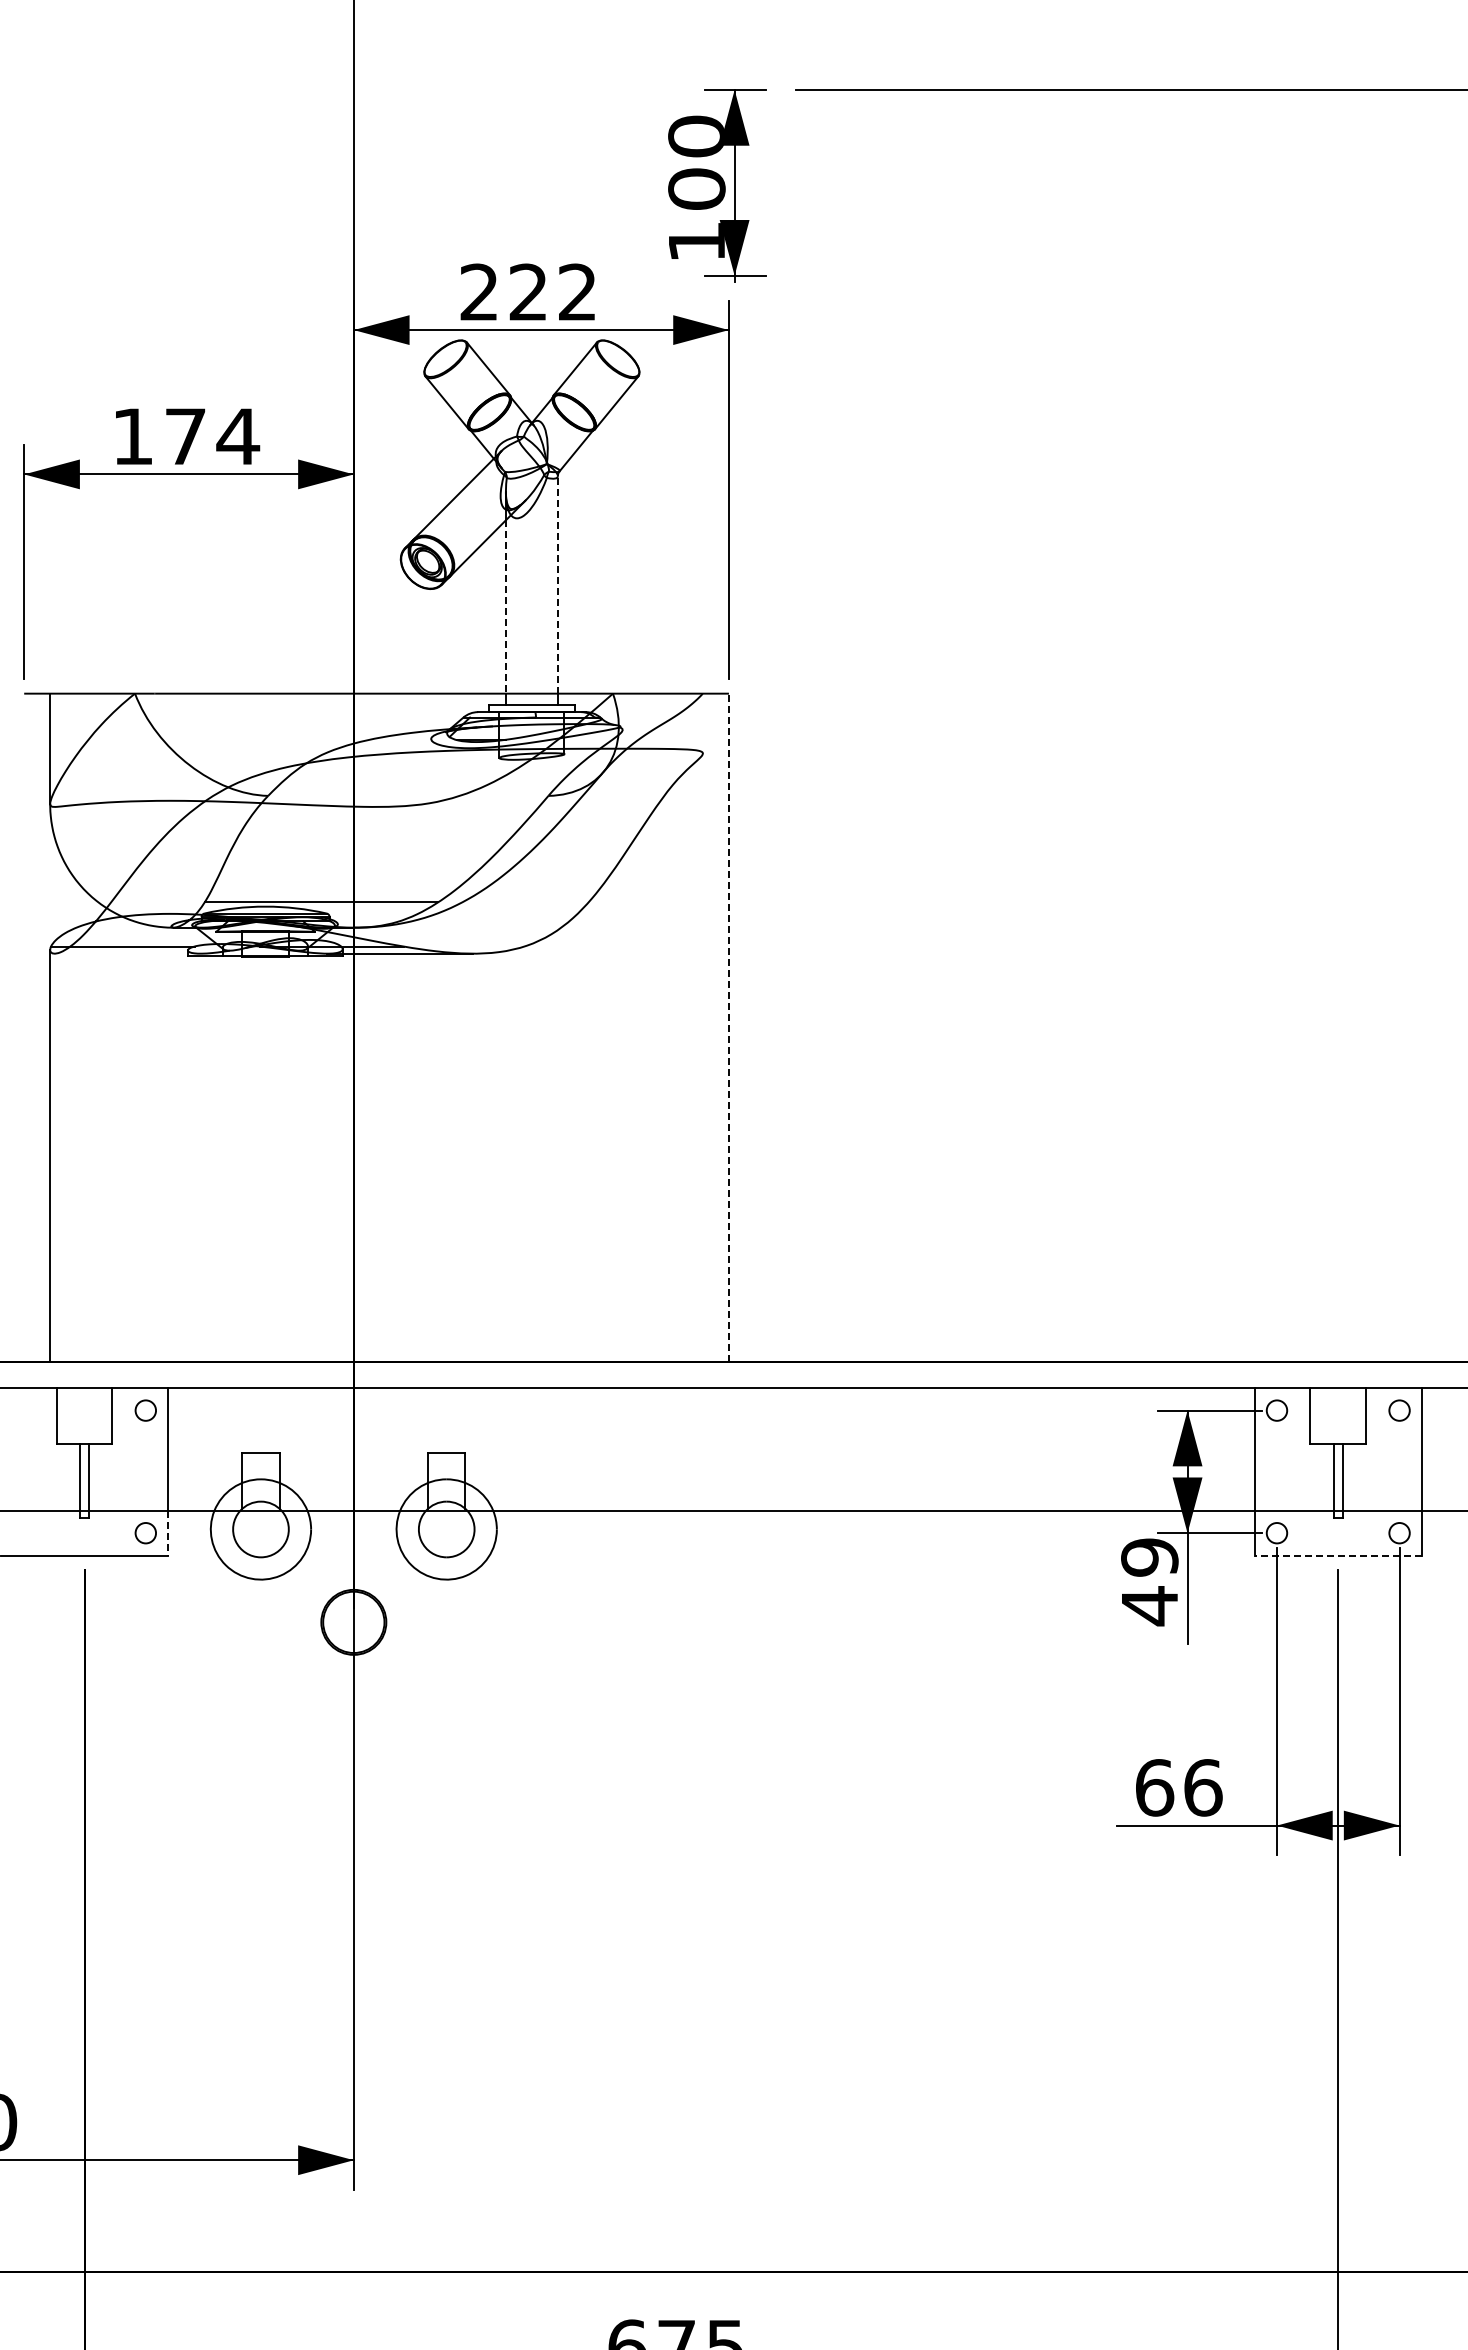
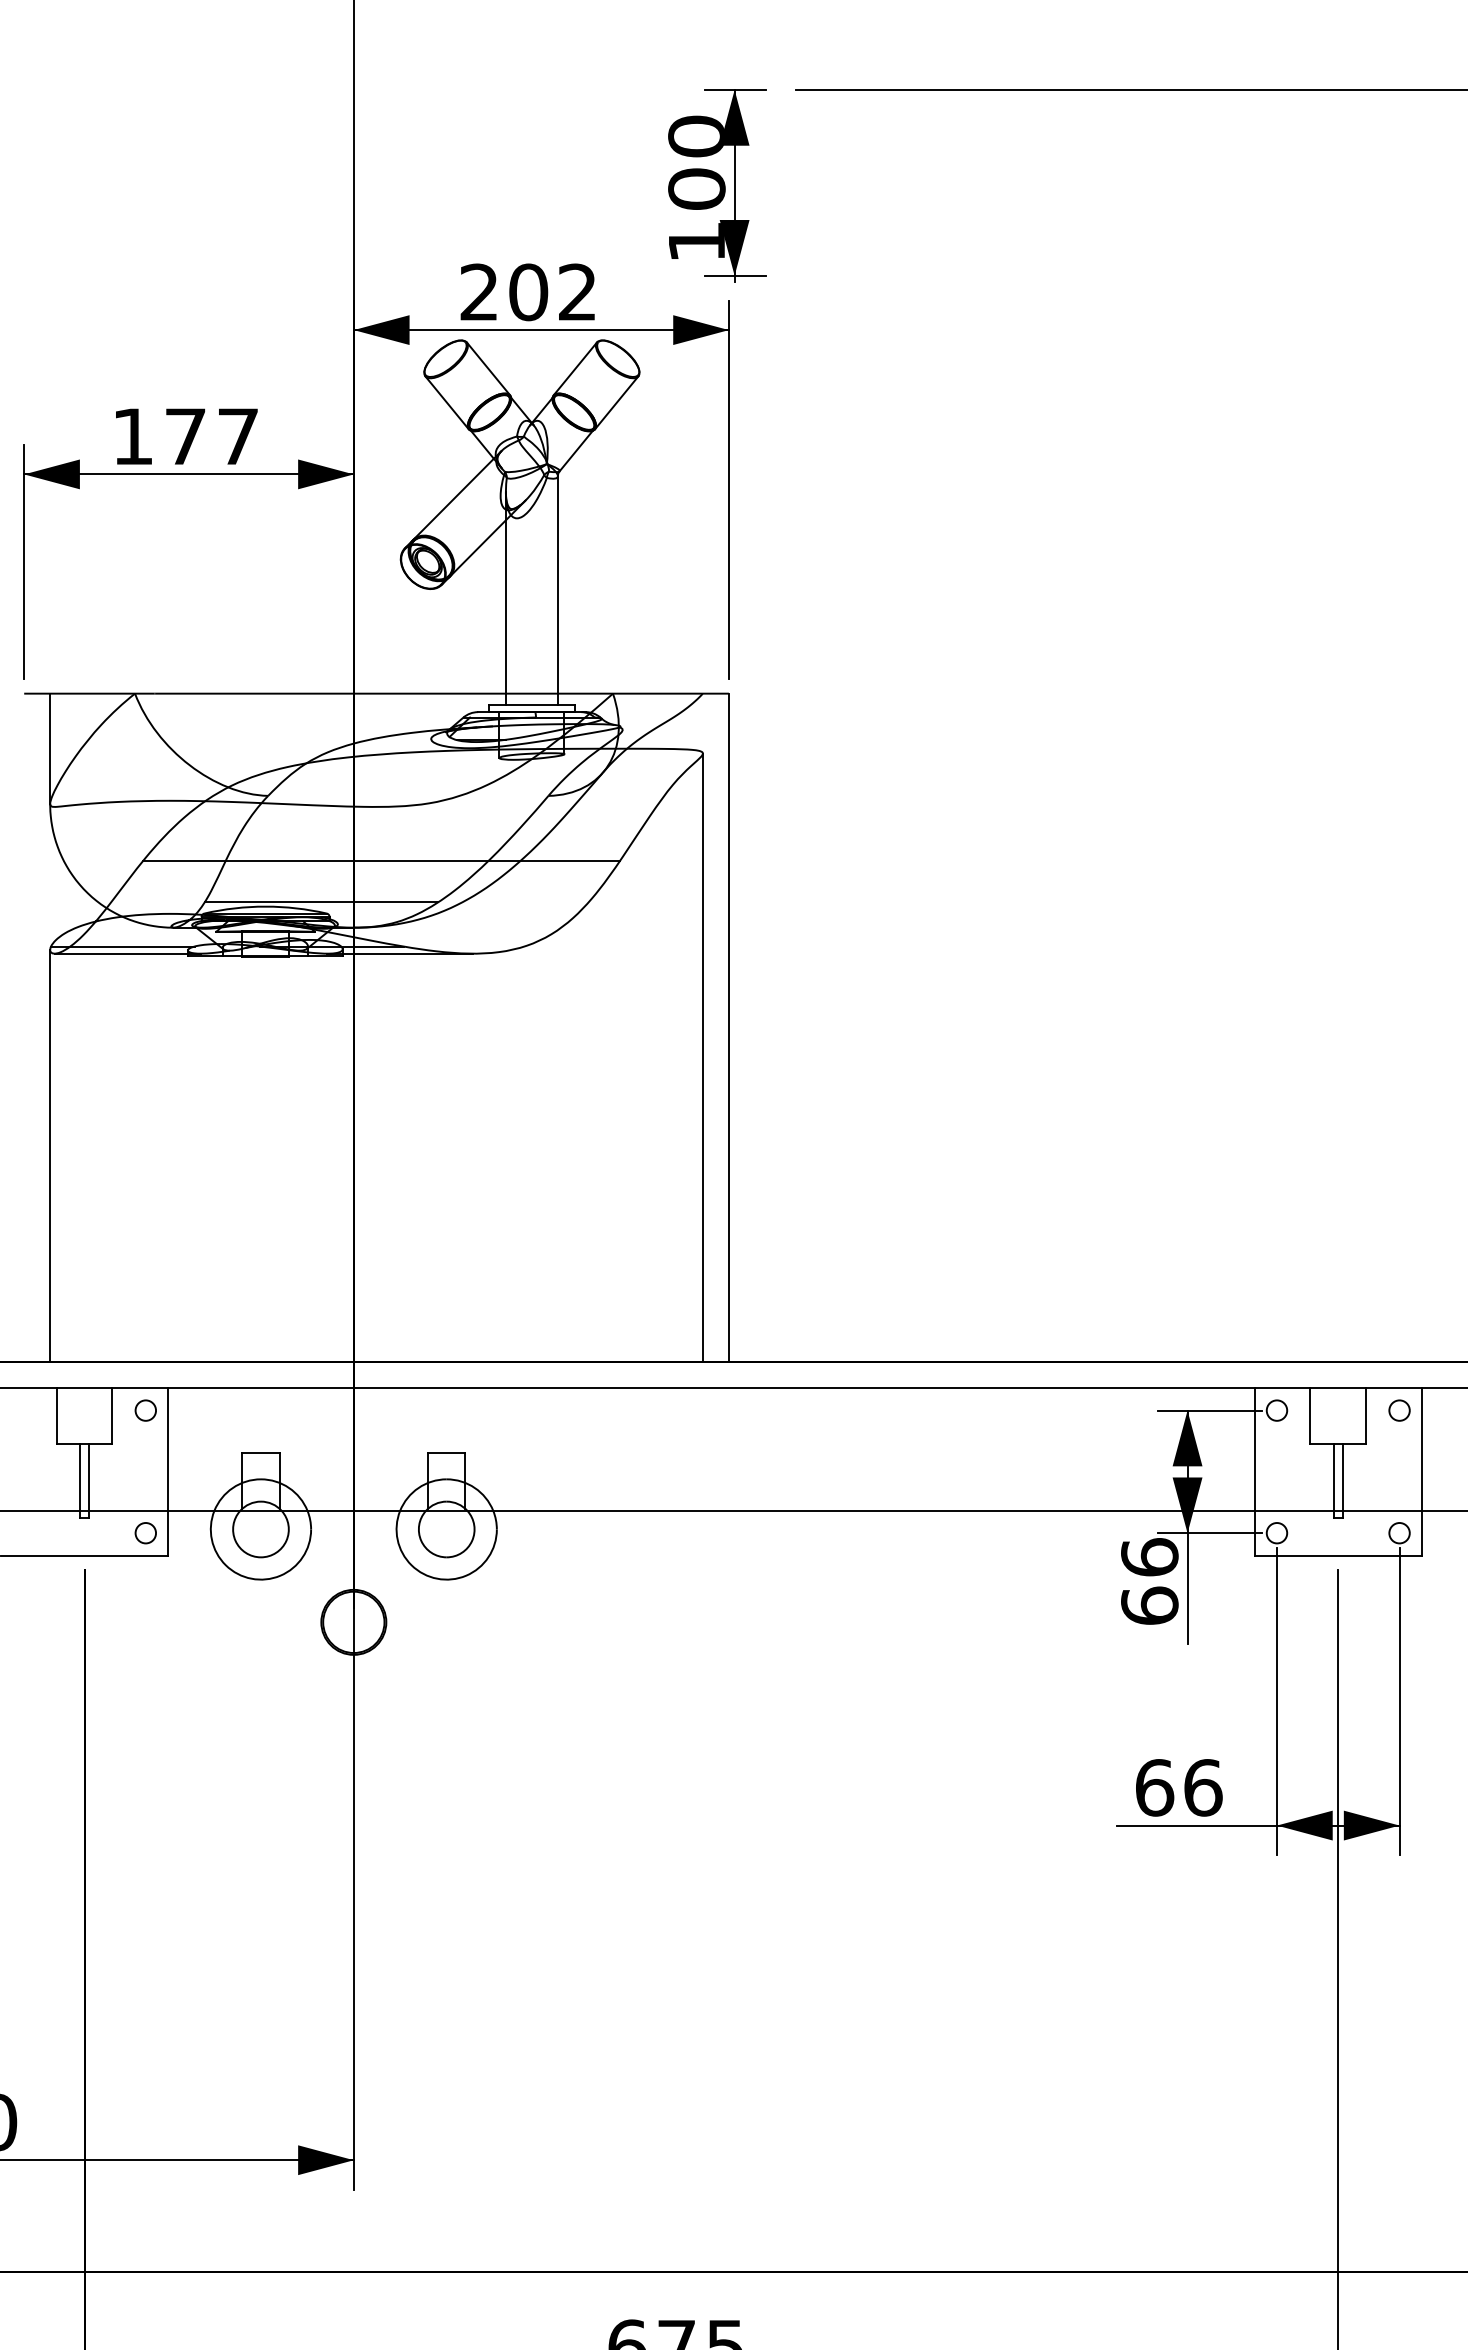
text at (528, 292): 222 -> 202
text at (238, 436): 174 -> 177
line at (557, 584): dashed -> solid
line at (505, 606): dashed -> solid
line at (380, 861): none -> present
line at (127, 953): none -> present
line at (728, 1027): dashed -> solid
line at (702, 1057): none -> present
line at (168, 1533): dashed -> solid
line at (1338, 1555): dashed -> solid
text at (1149, 1582): 49 -> 66
